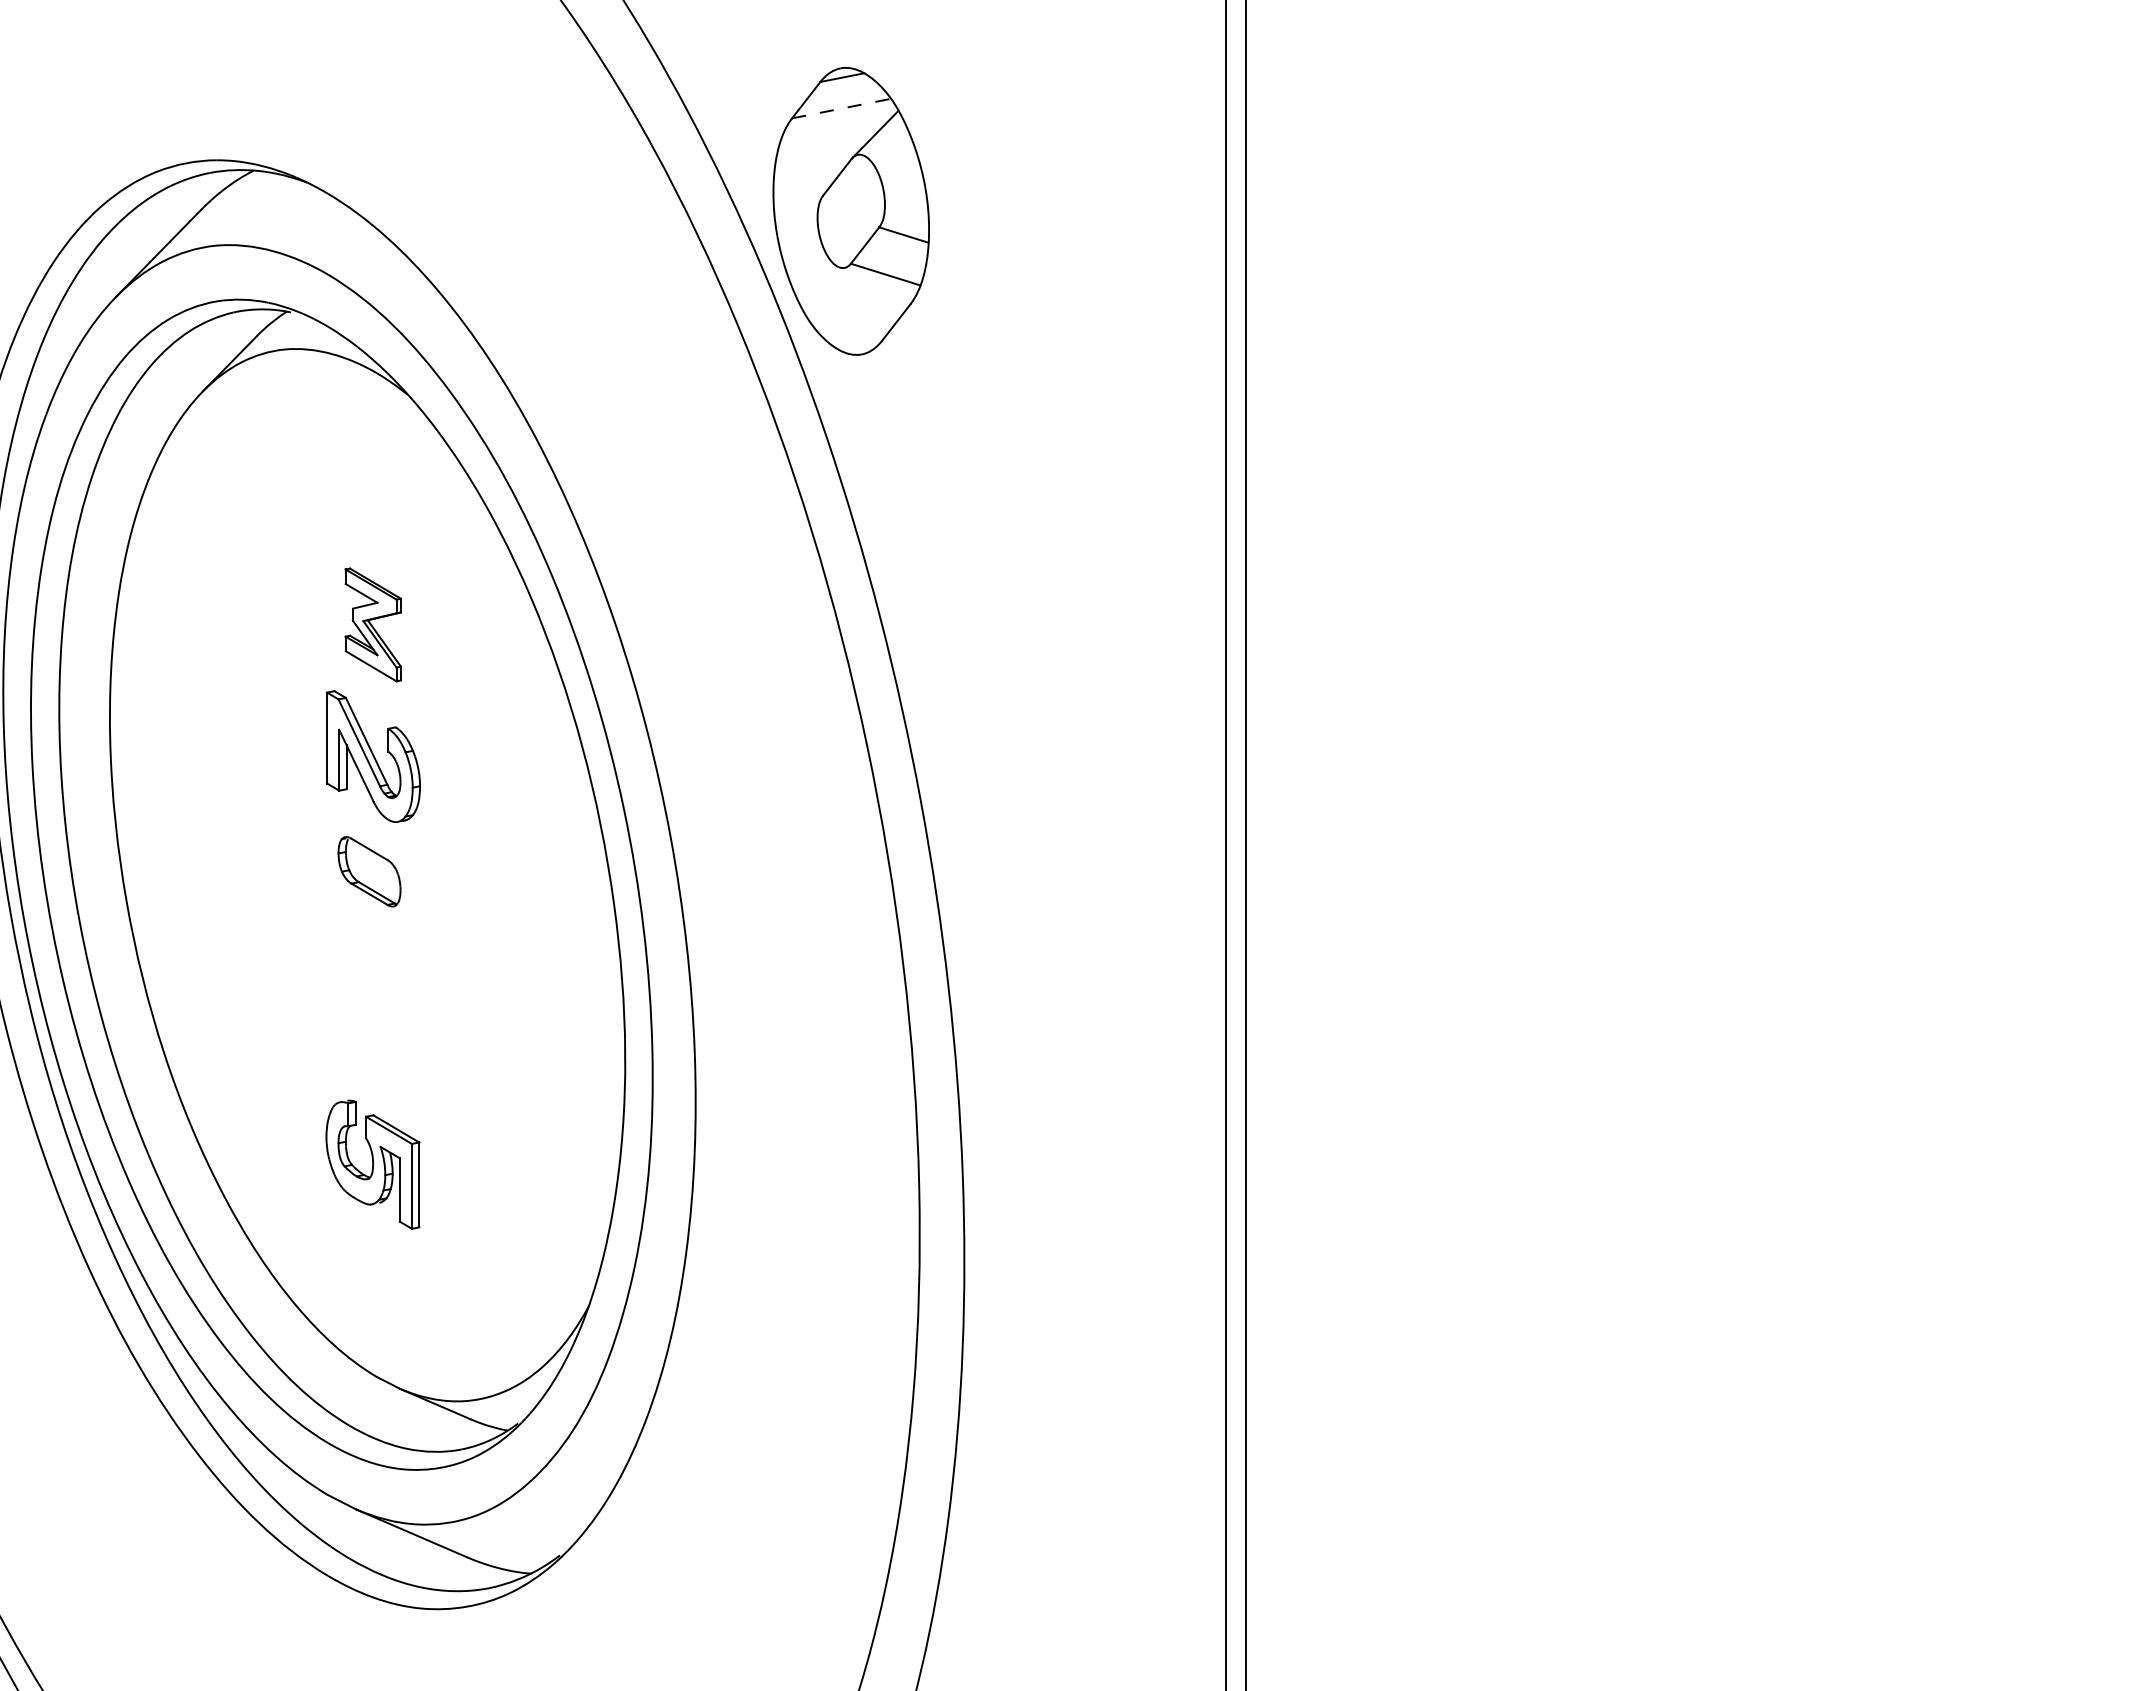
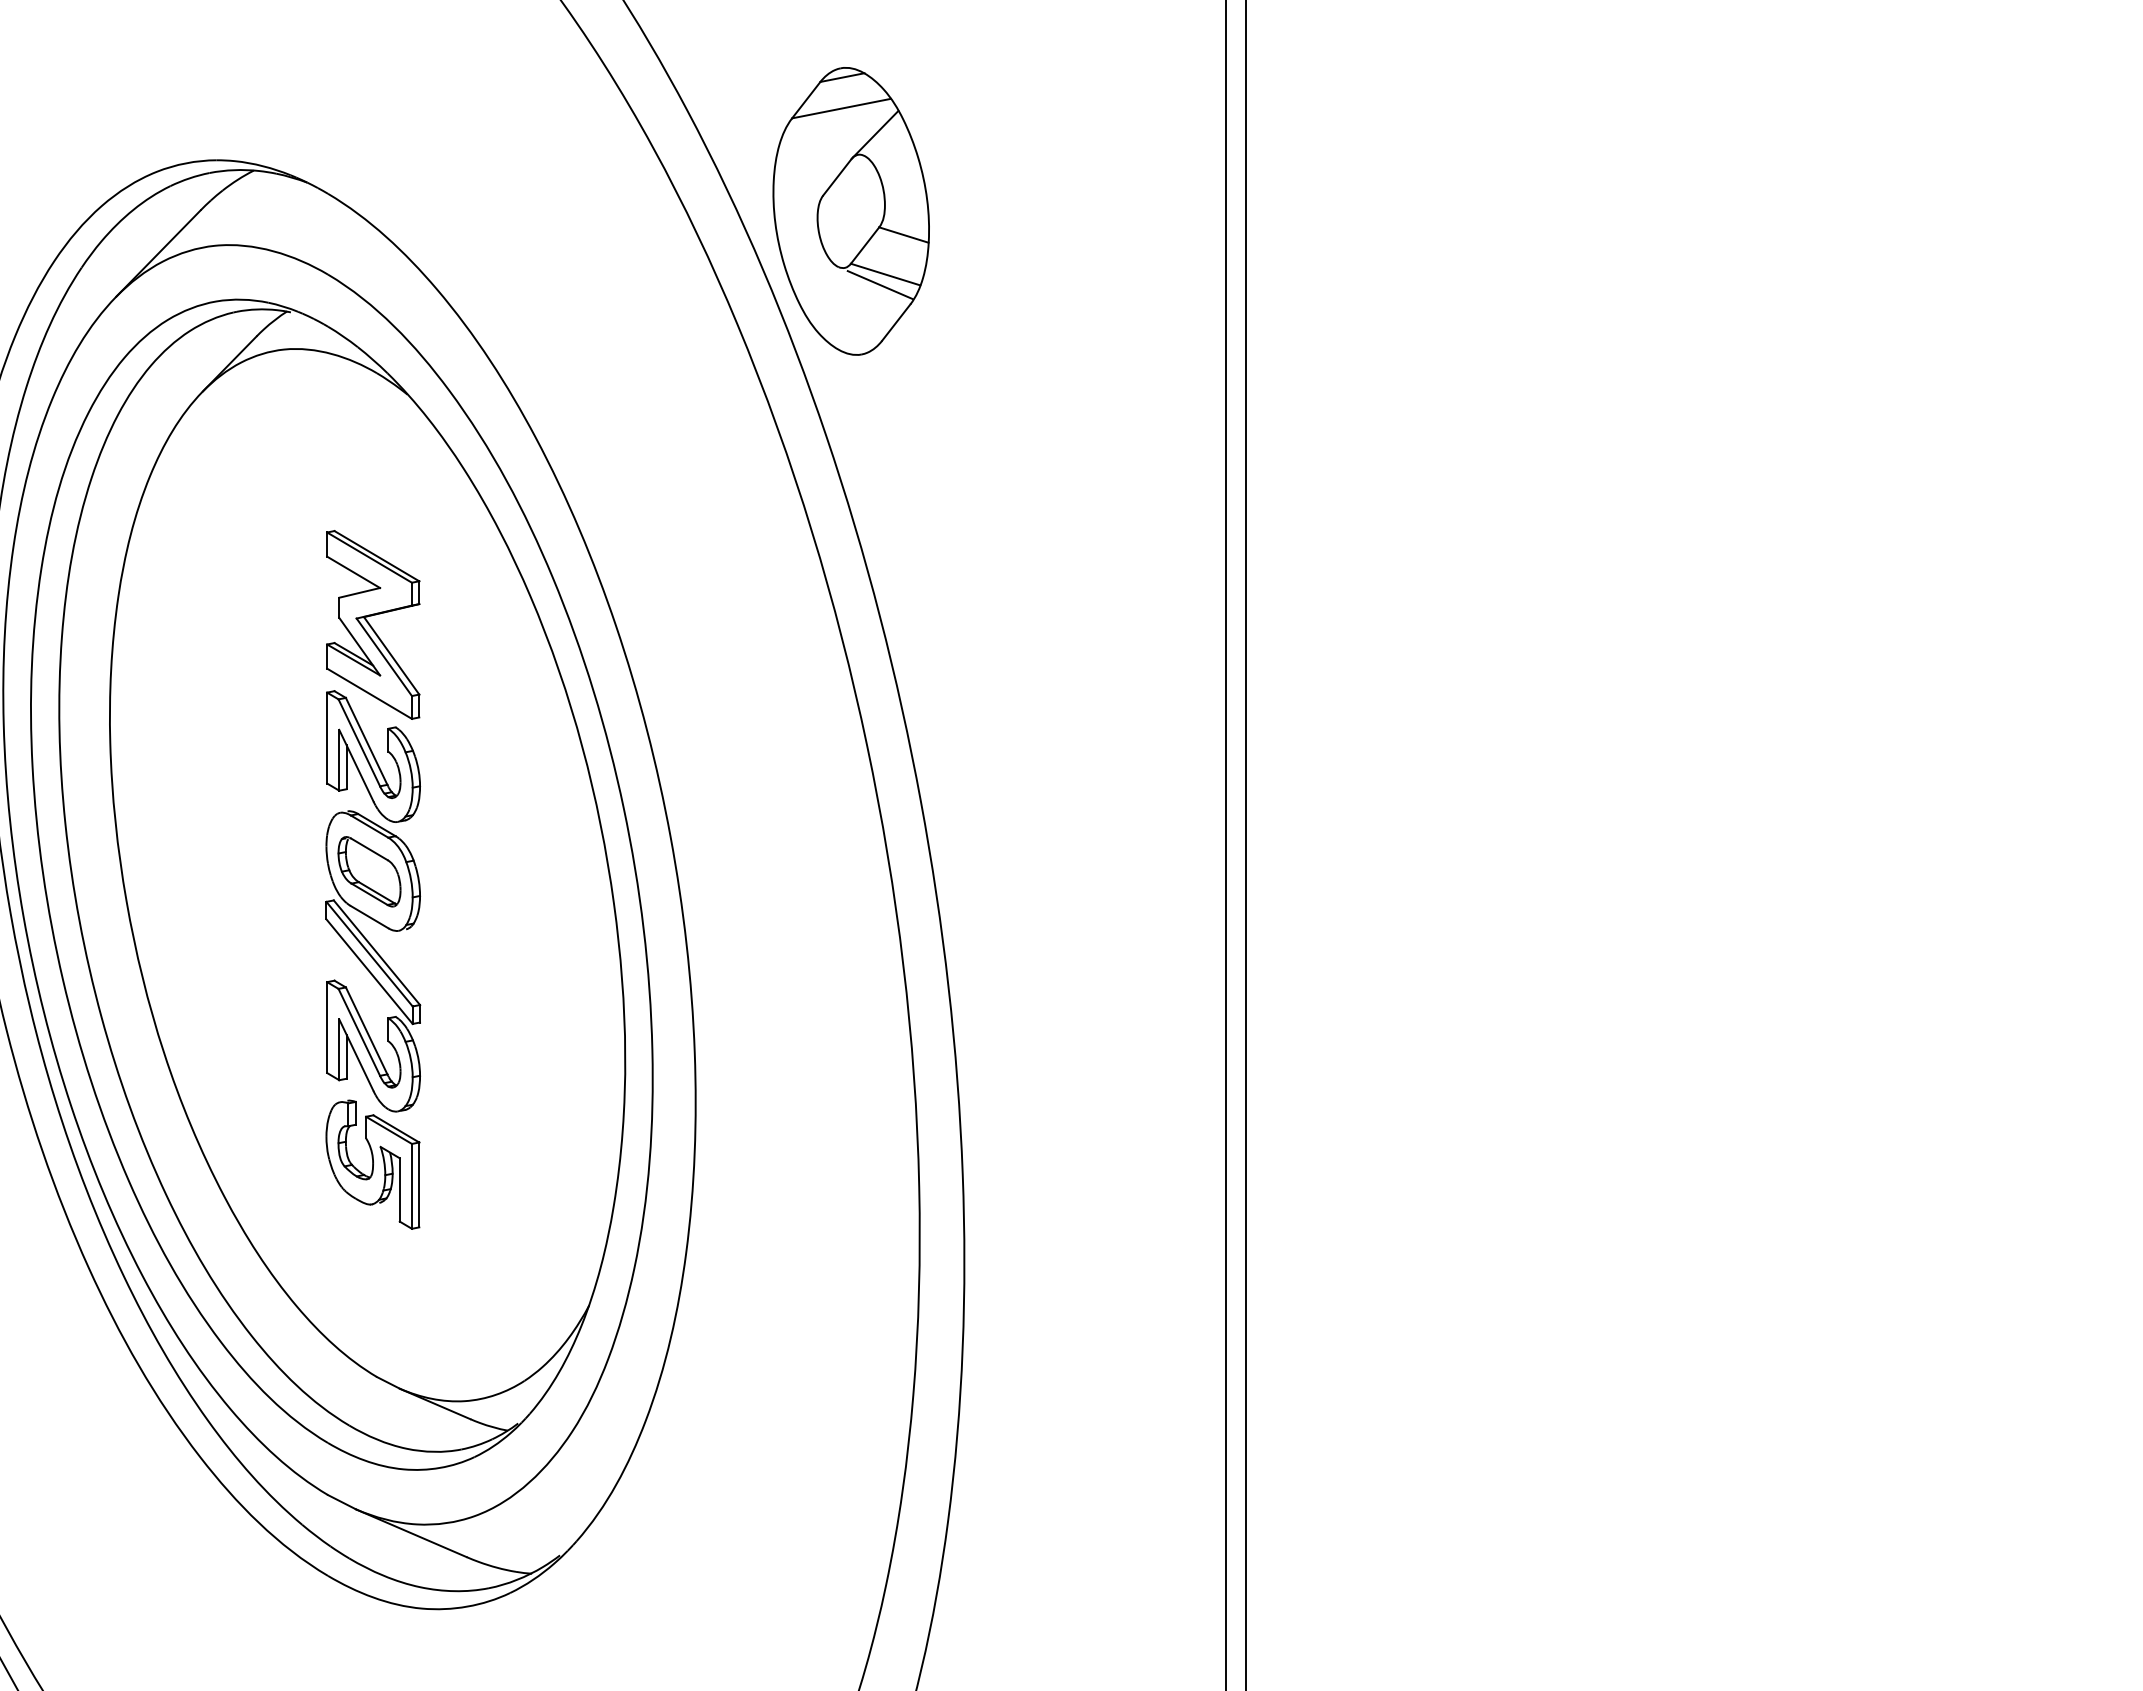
line at (841, 108): dashed -> solid
line at (879, 285): none -> present
part at (372, 624) size: 58x116 px -> 95x190 px
part at (373, 961): none -> present
